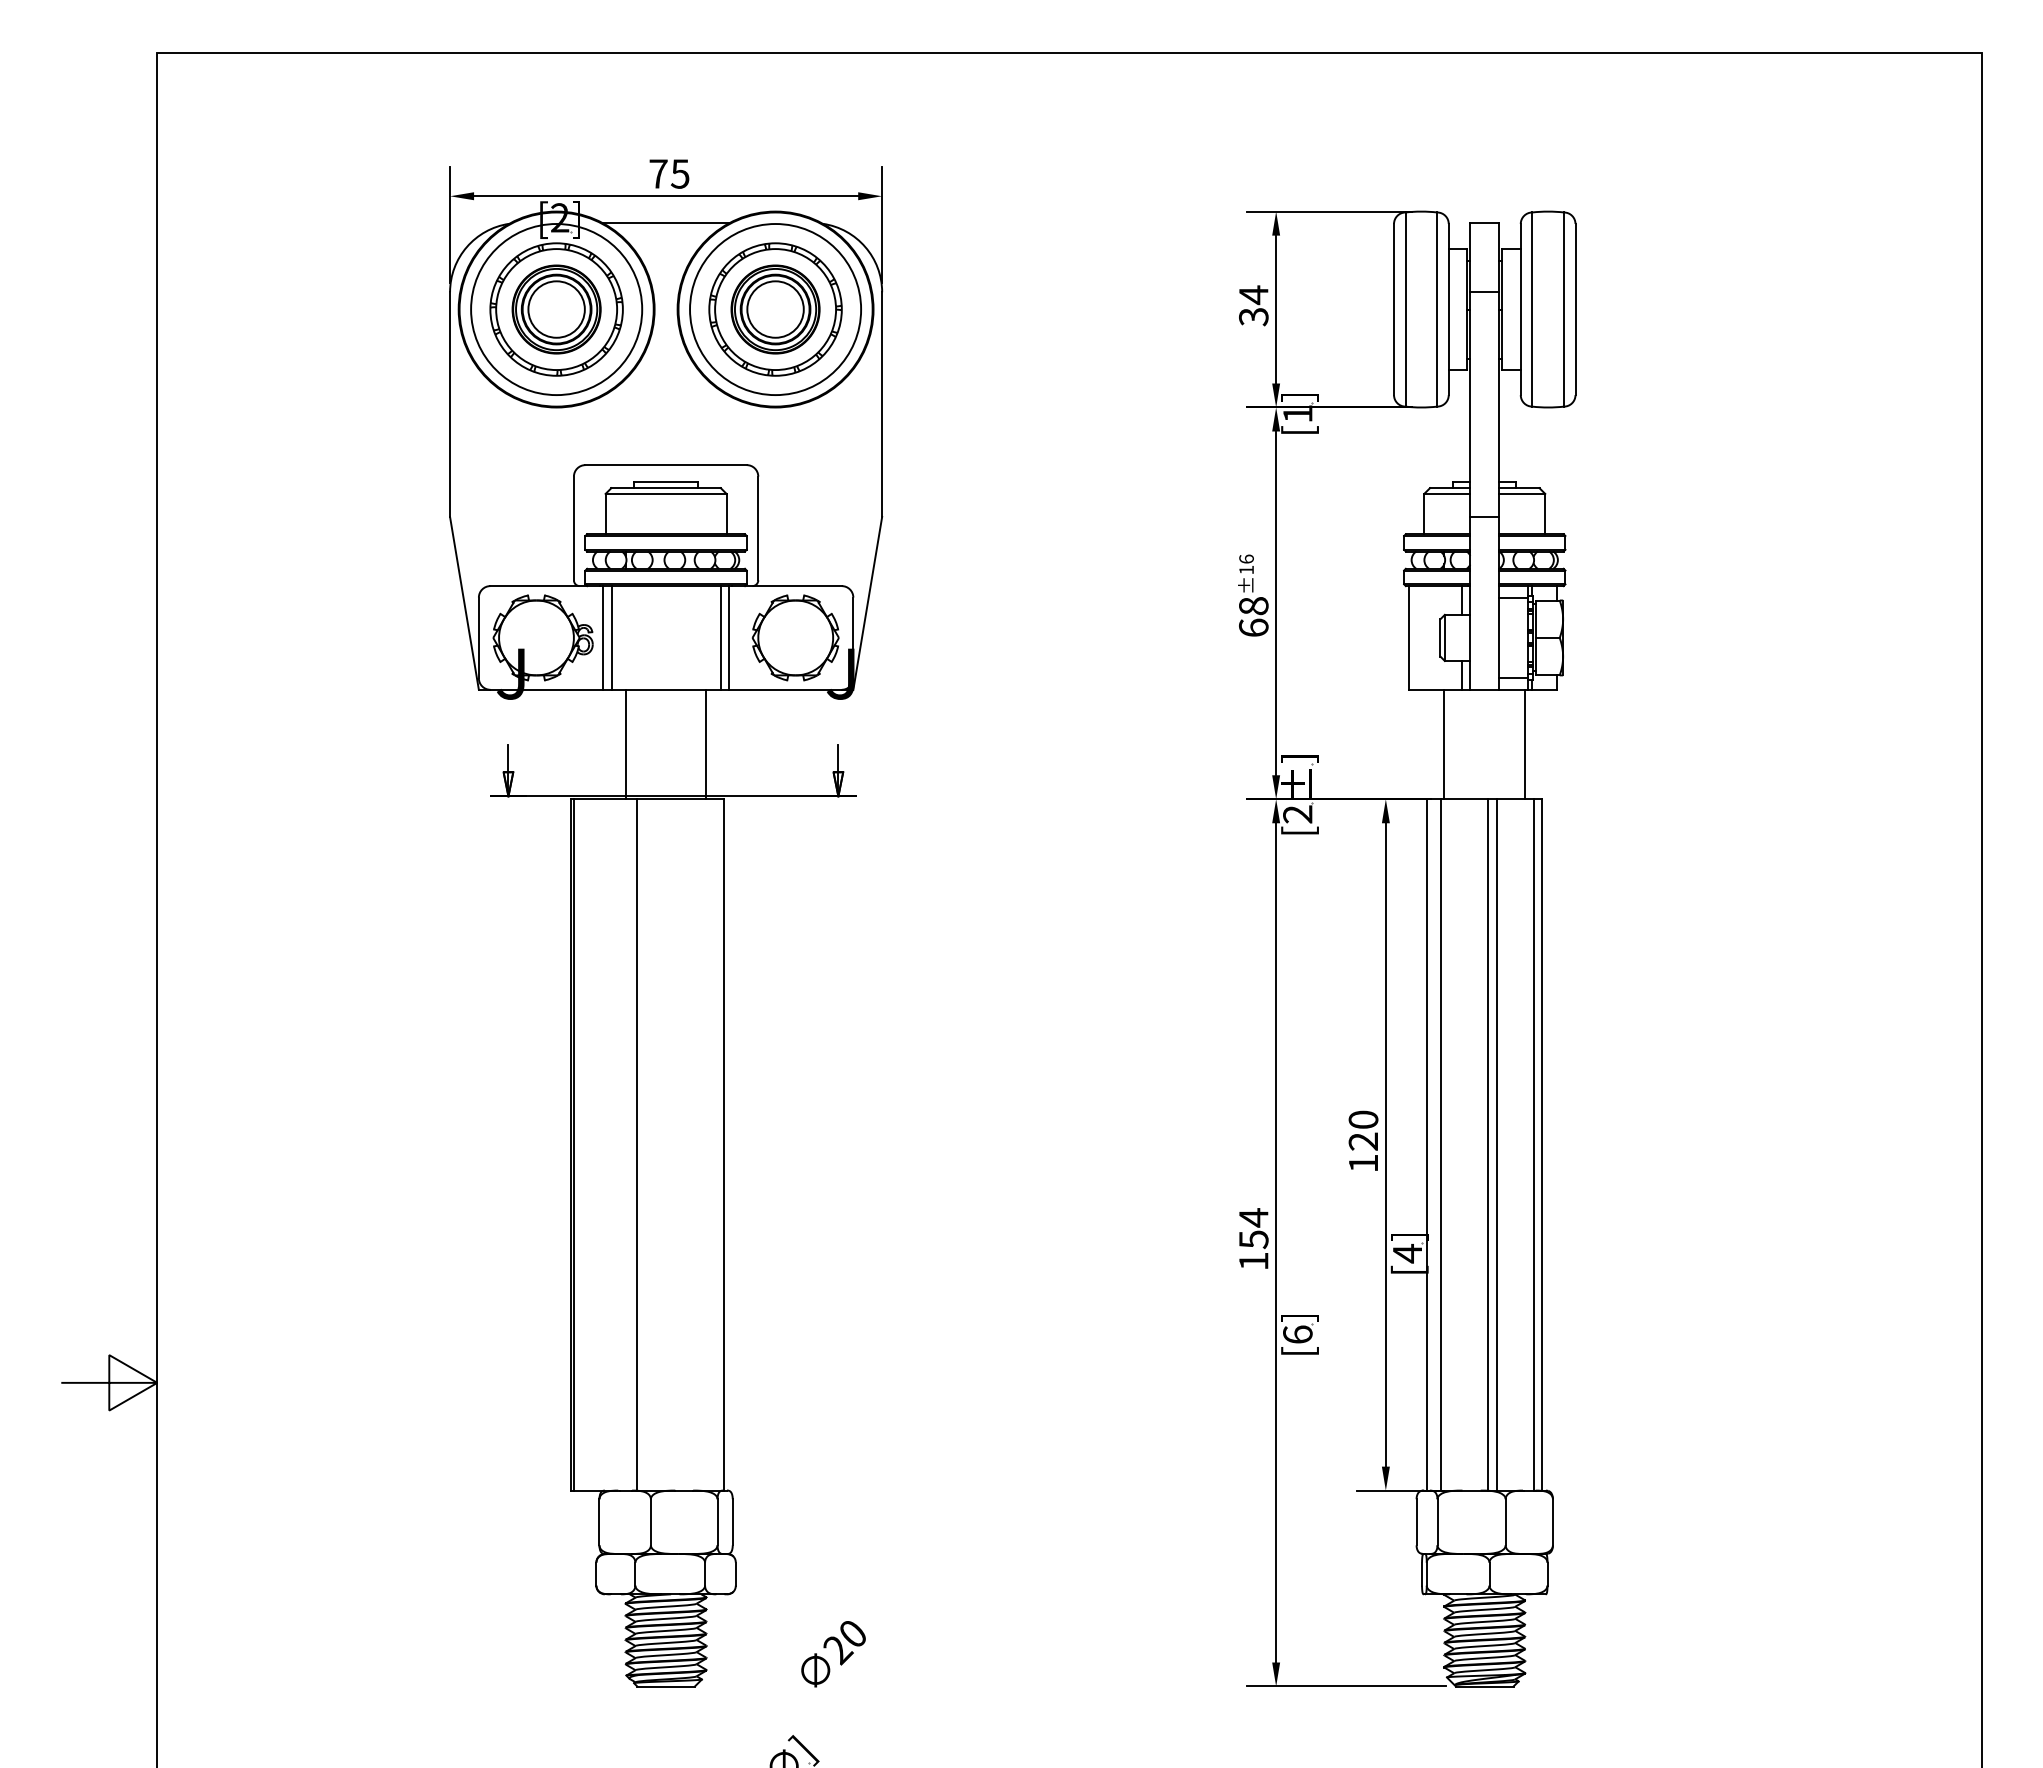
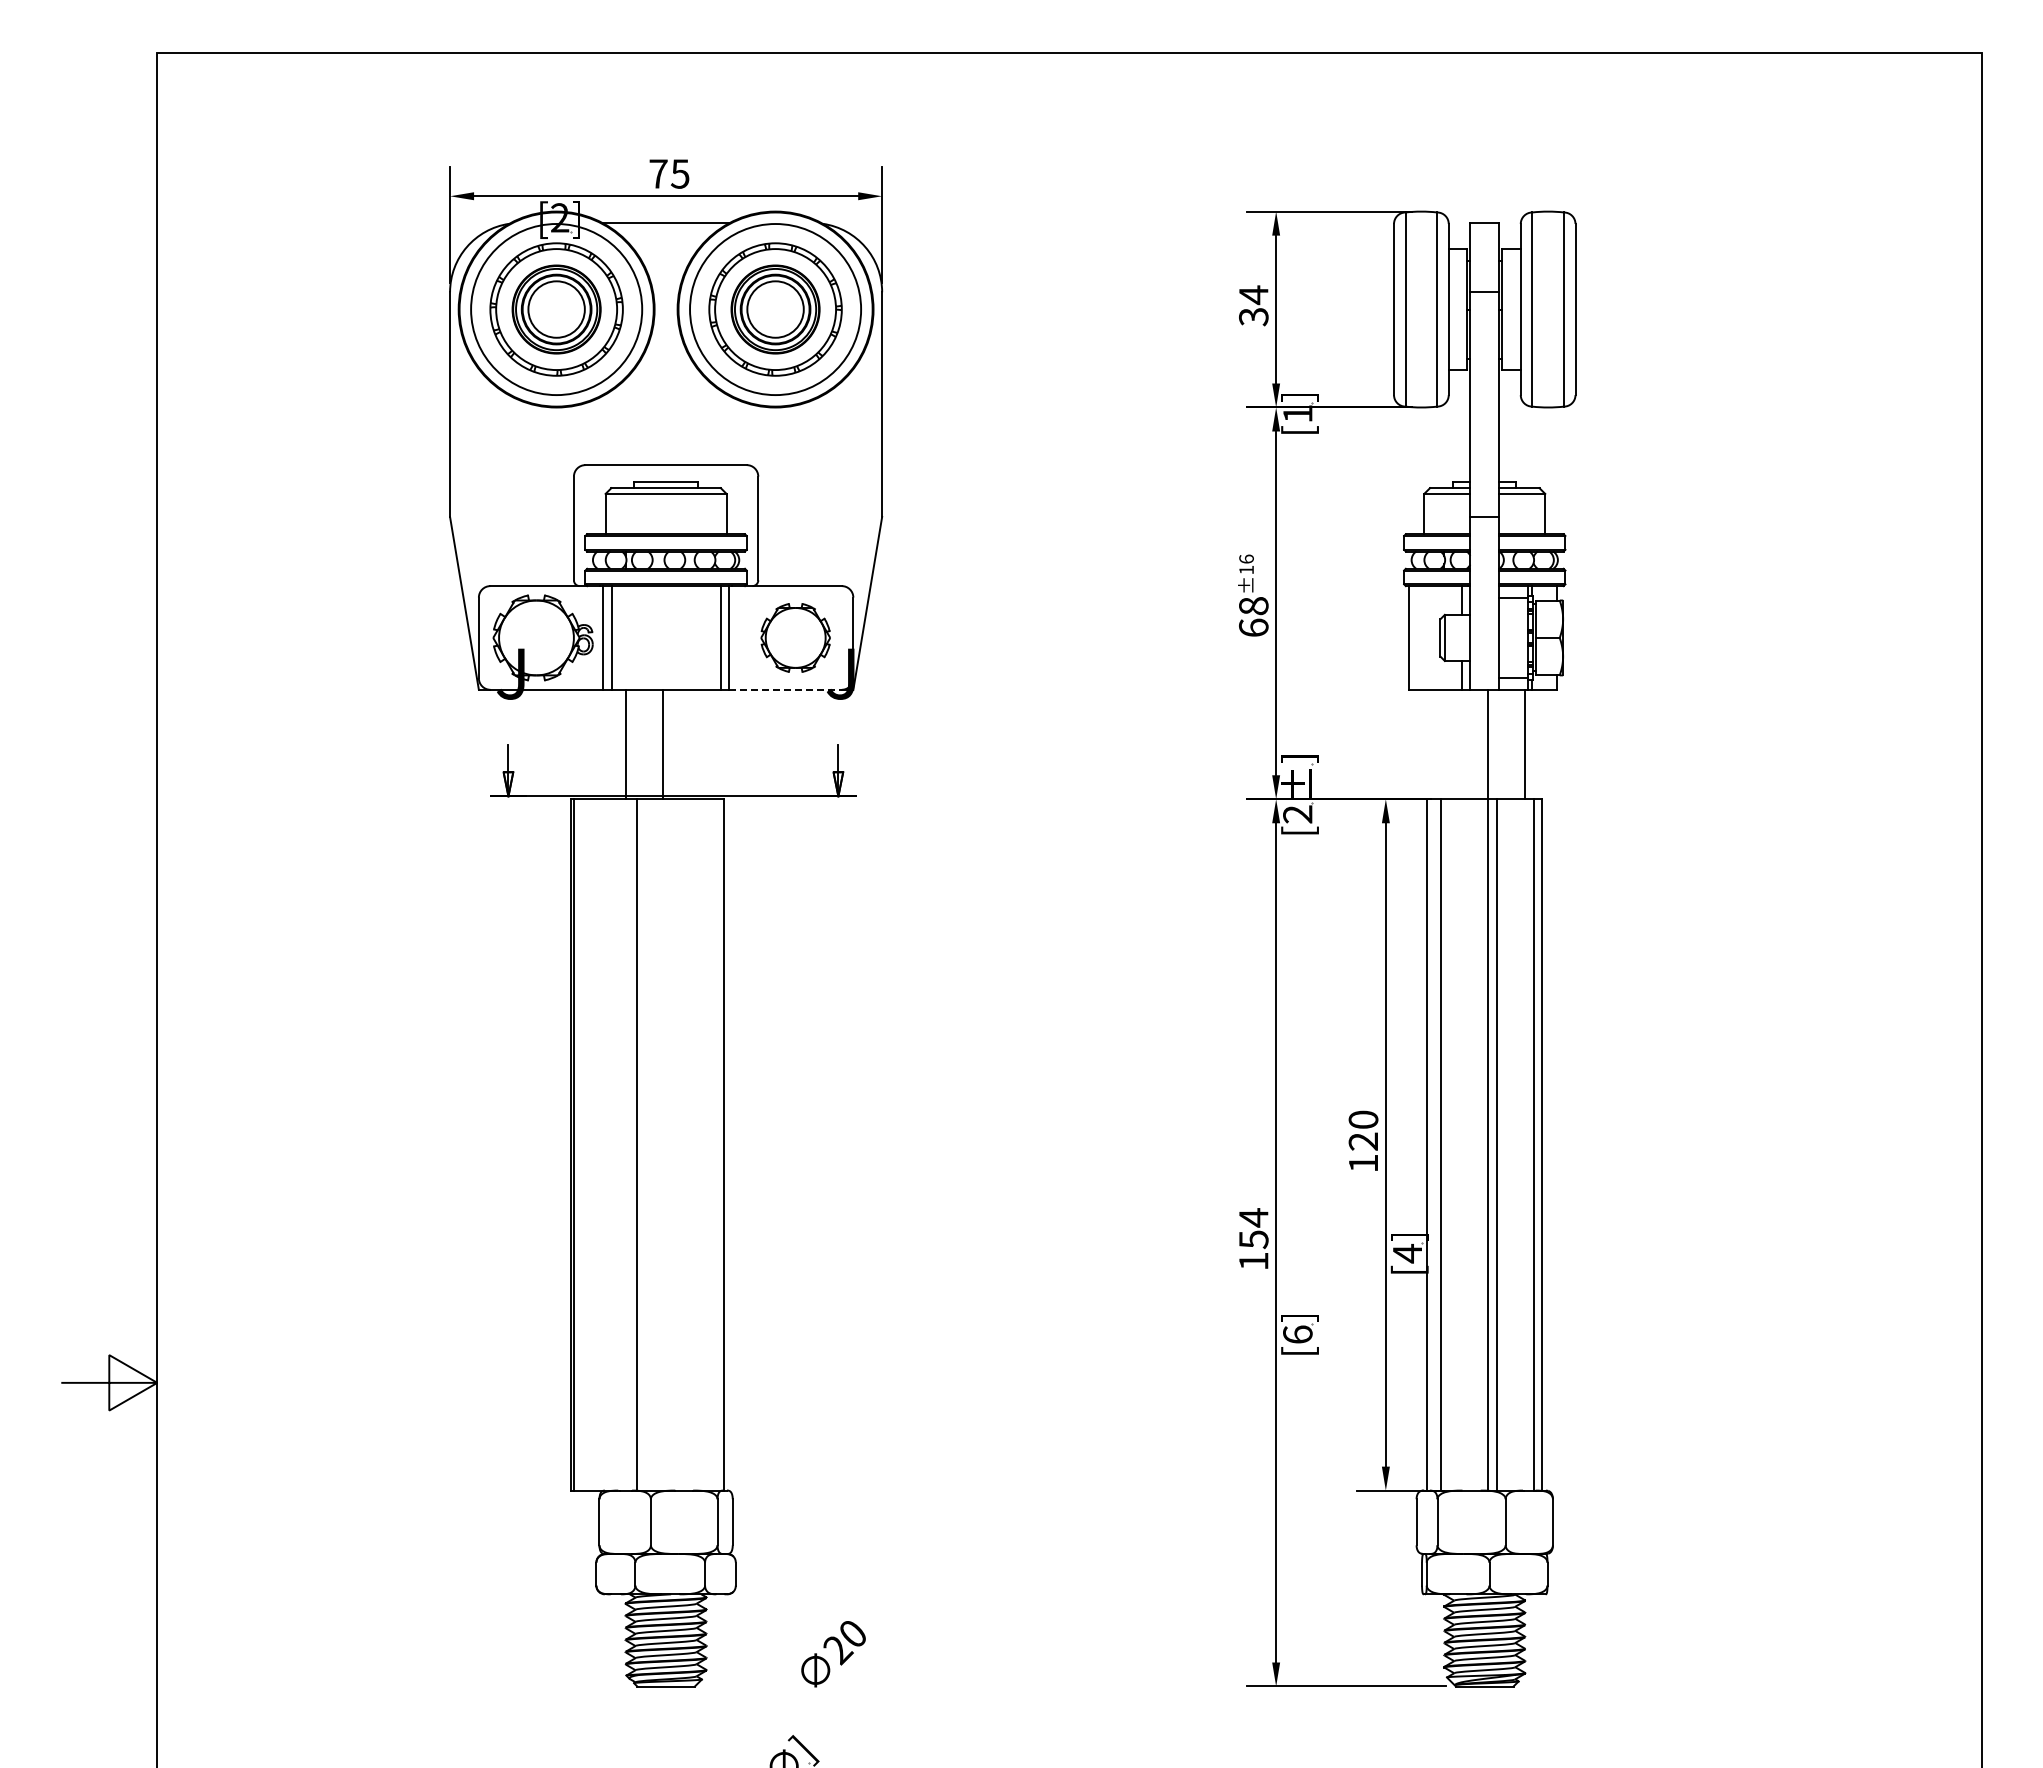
part at (795, 637) size: 89x88 px -> 71x70 px
line at (786, 689): solid -> dashed
line at (706, 744) position: (706, 744) -> (663, 744)
line at (1444, 744) position: (1444, 744) -> (1488, 744)
